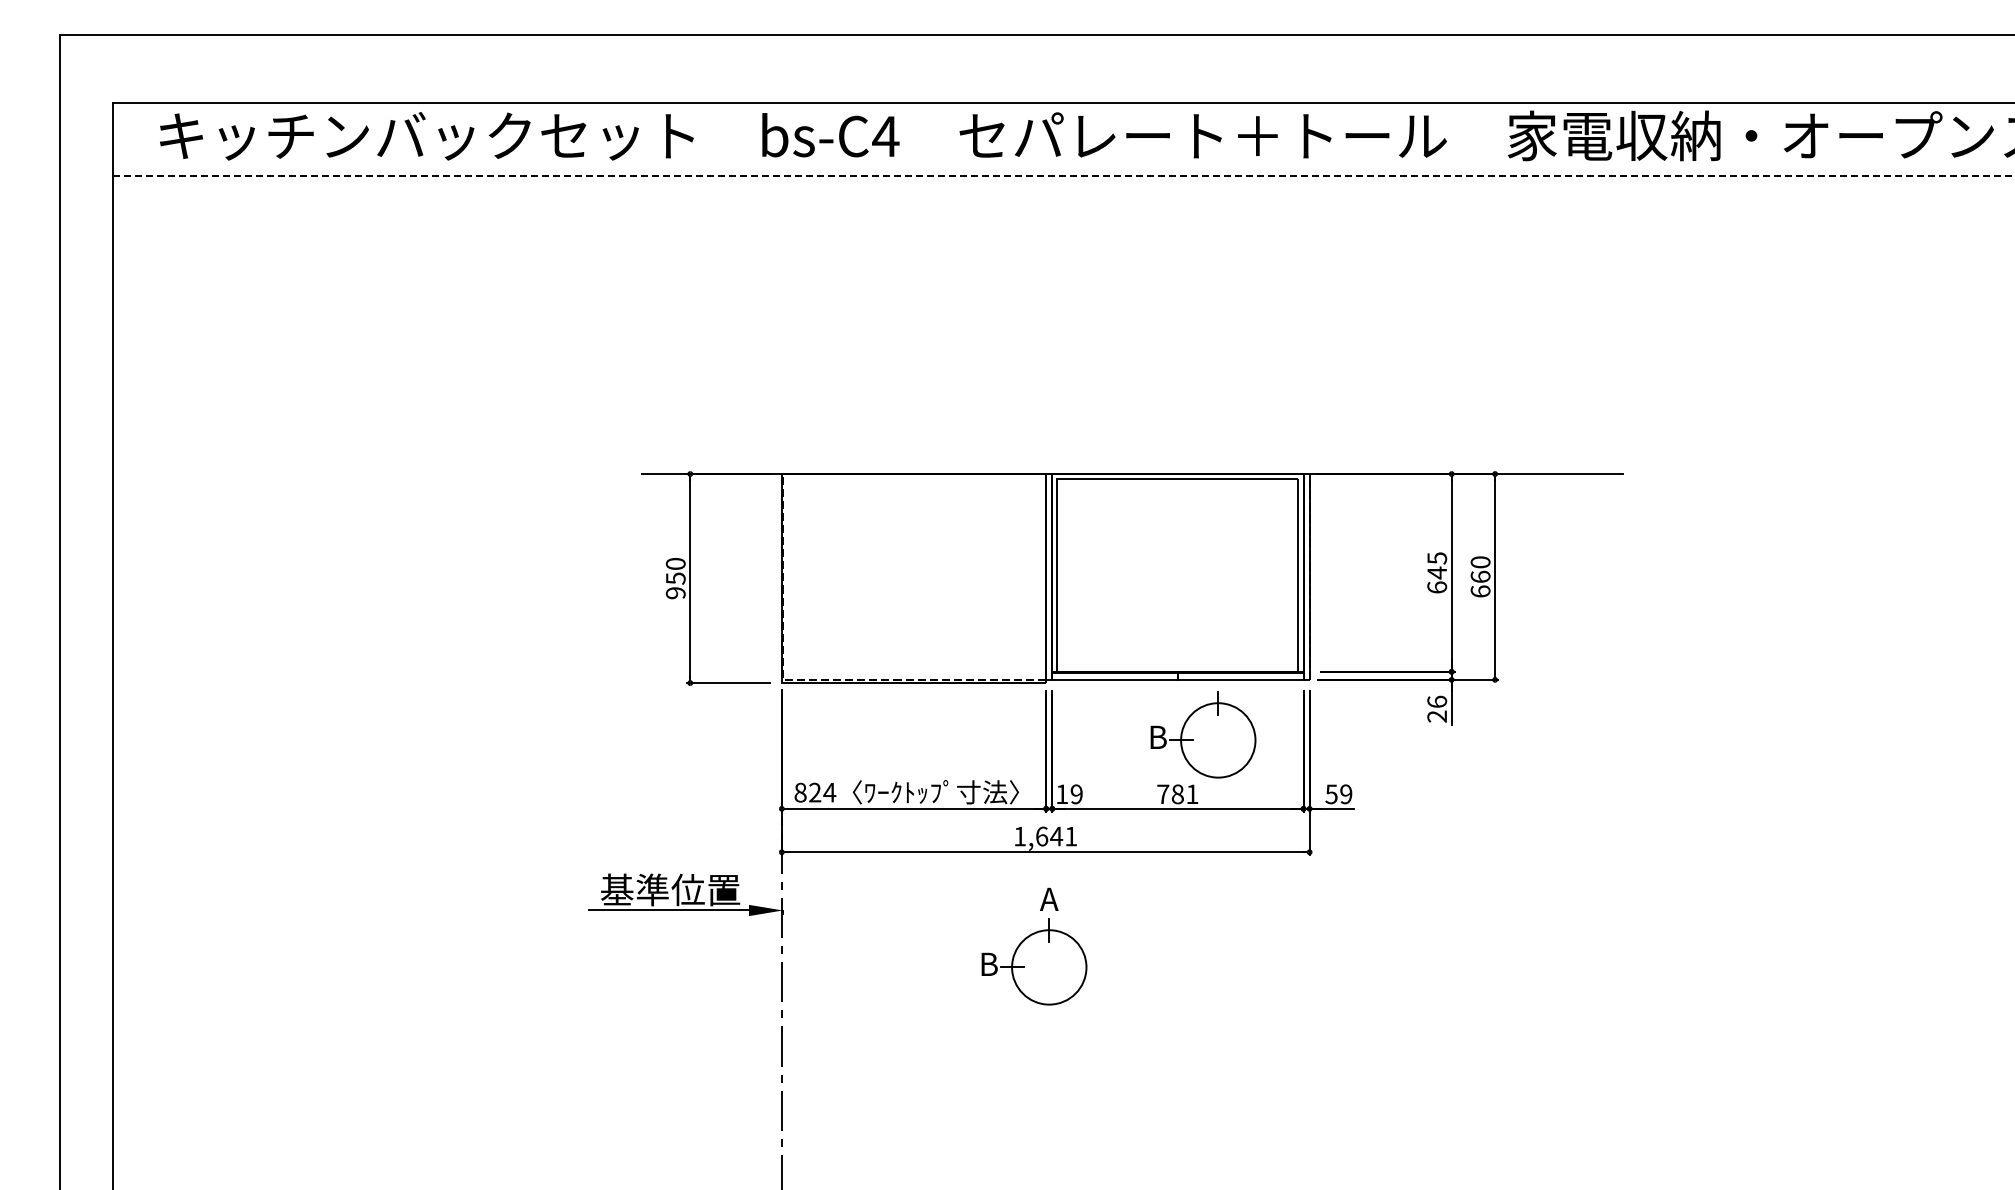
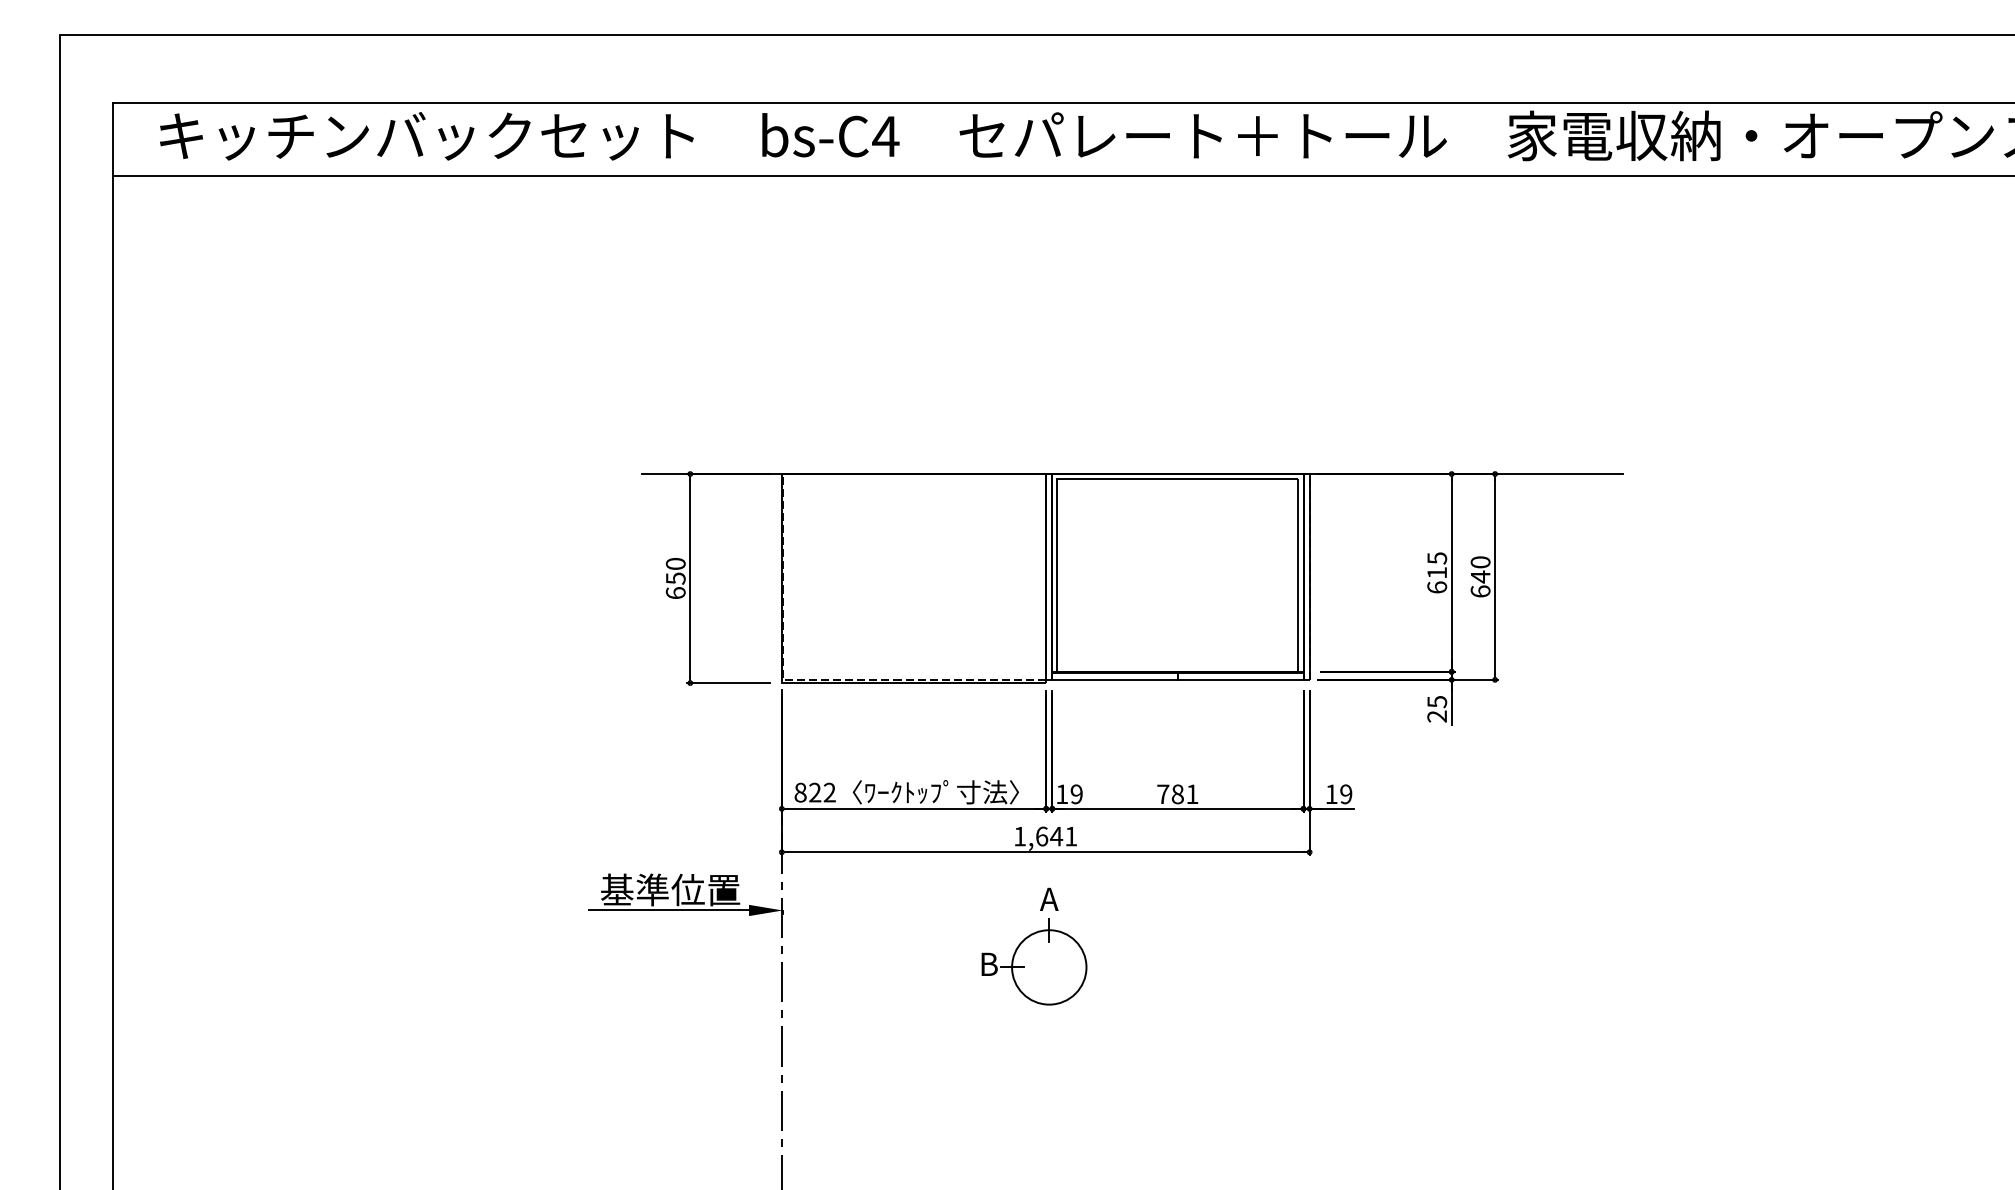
line at (1063, 175): dashed -> solid
text at (1436, 572): 645 -> 615
text at (1480, 576): 660 -> 640
text at (675, 593): 950 -> 650
text at (1437, 701): 26 -> 25
part at (1203, 734): present -> none
text at (829, 792): 824 -> 822
text at (1331, 794): 59 -> 19
